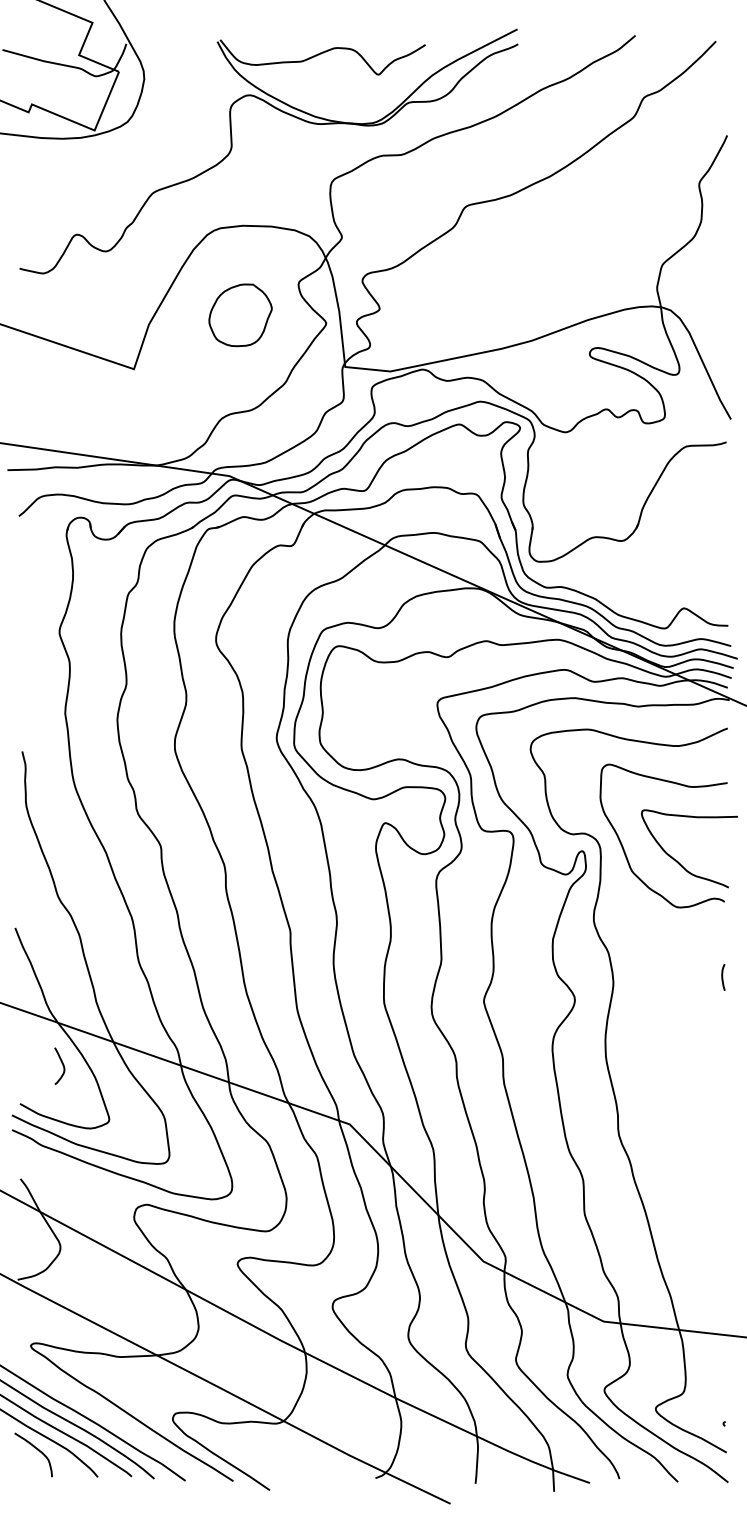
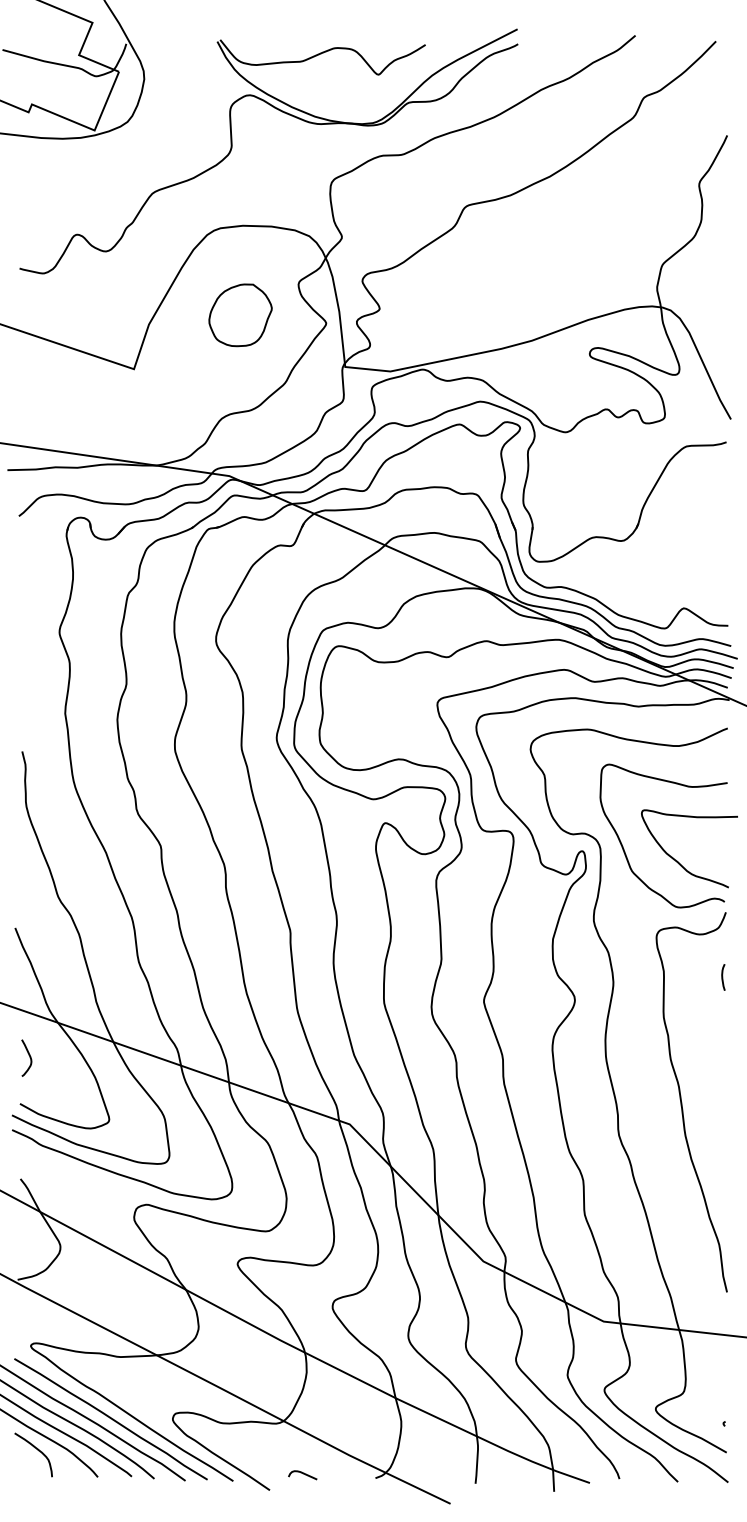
curve at (61, 1063) position: (61, 1063) -> (28, 1055)
curve at (682, 1102): none -> present
curve at (110, 1419): none -> present
curve at (303, 1474): none -> present
